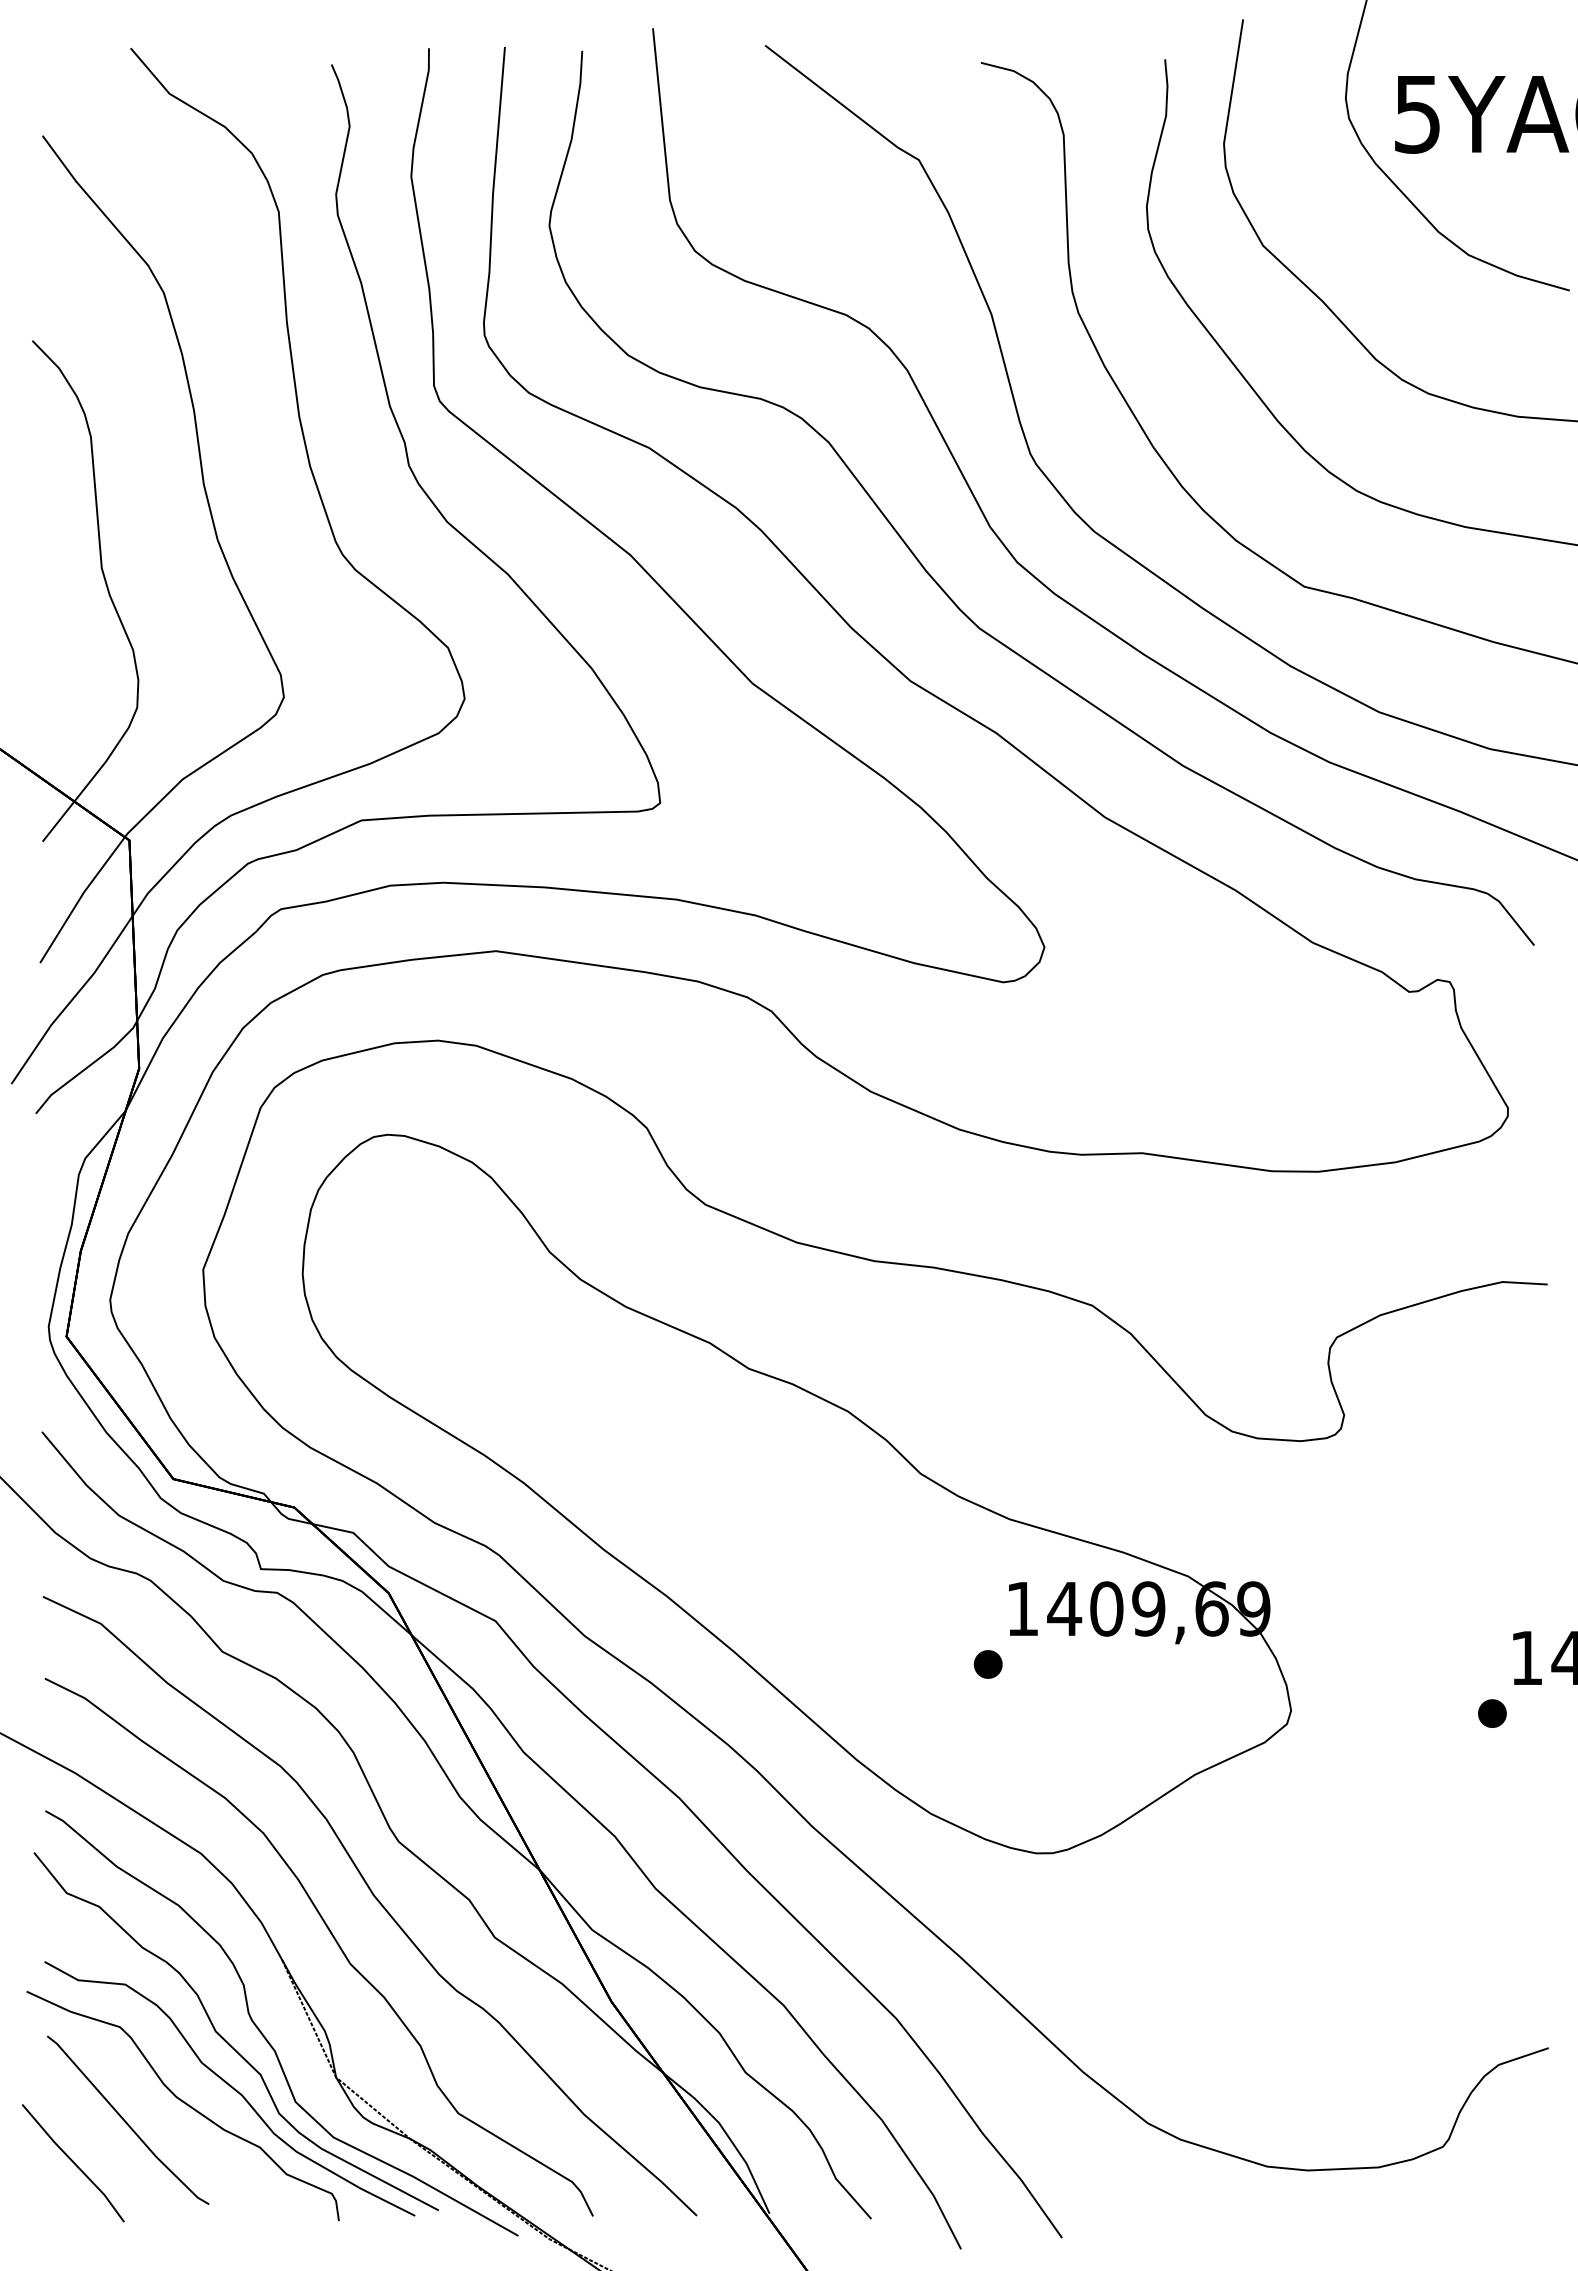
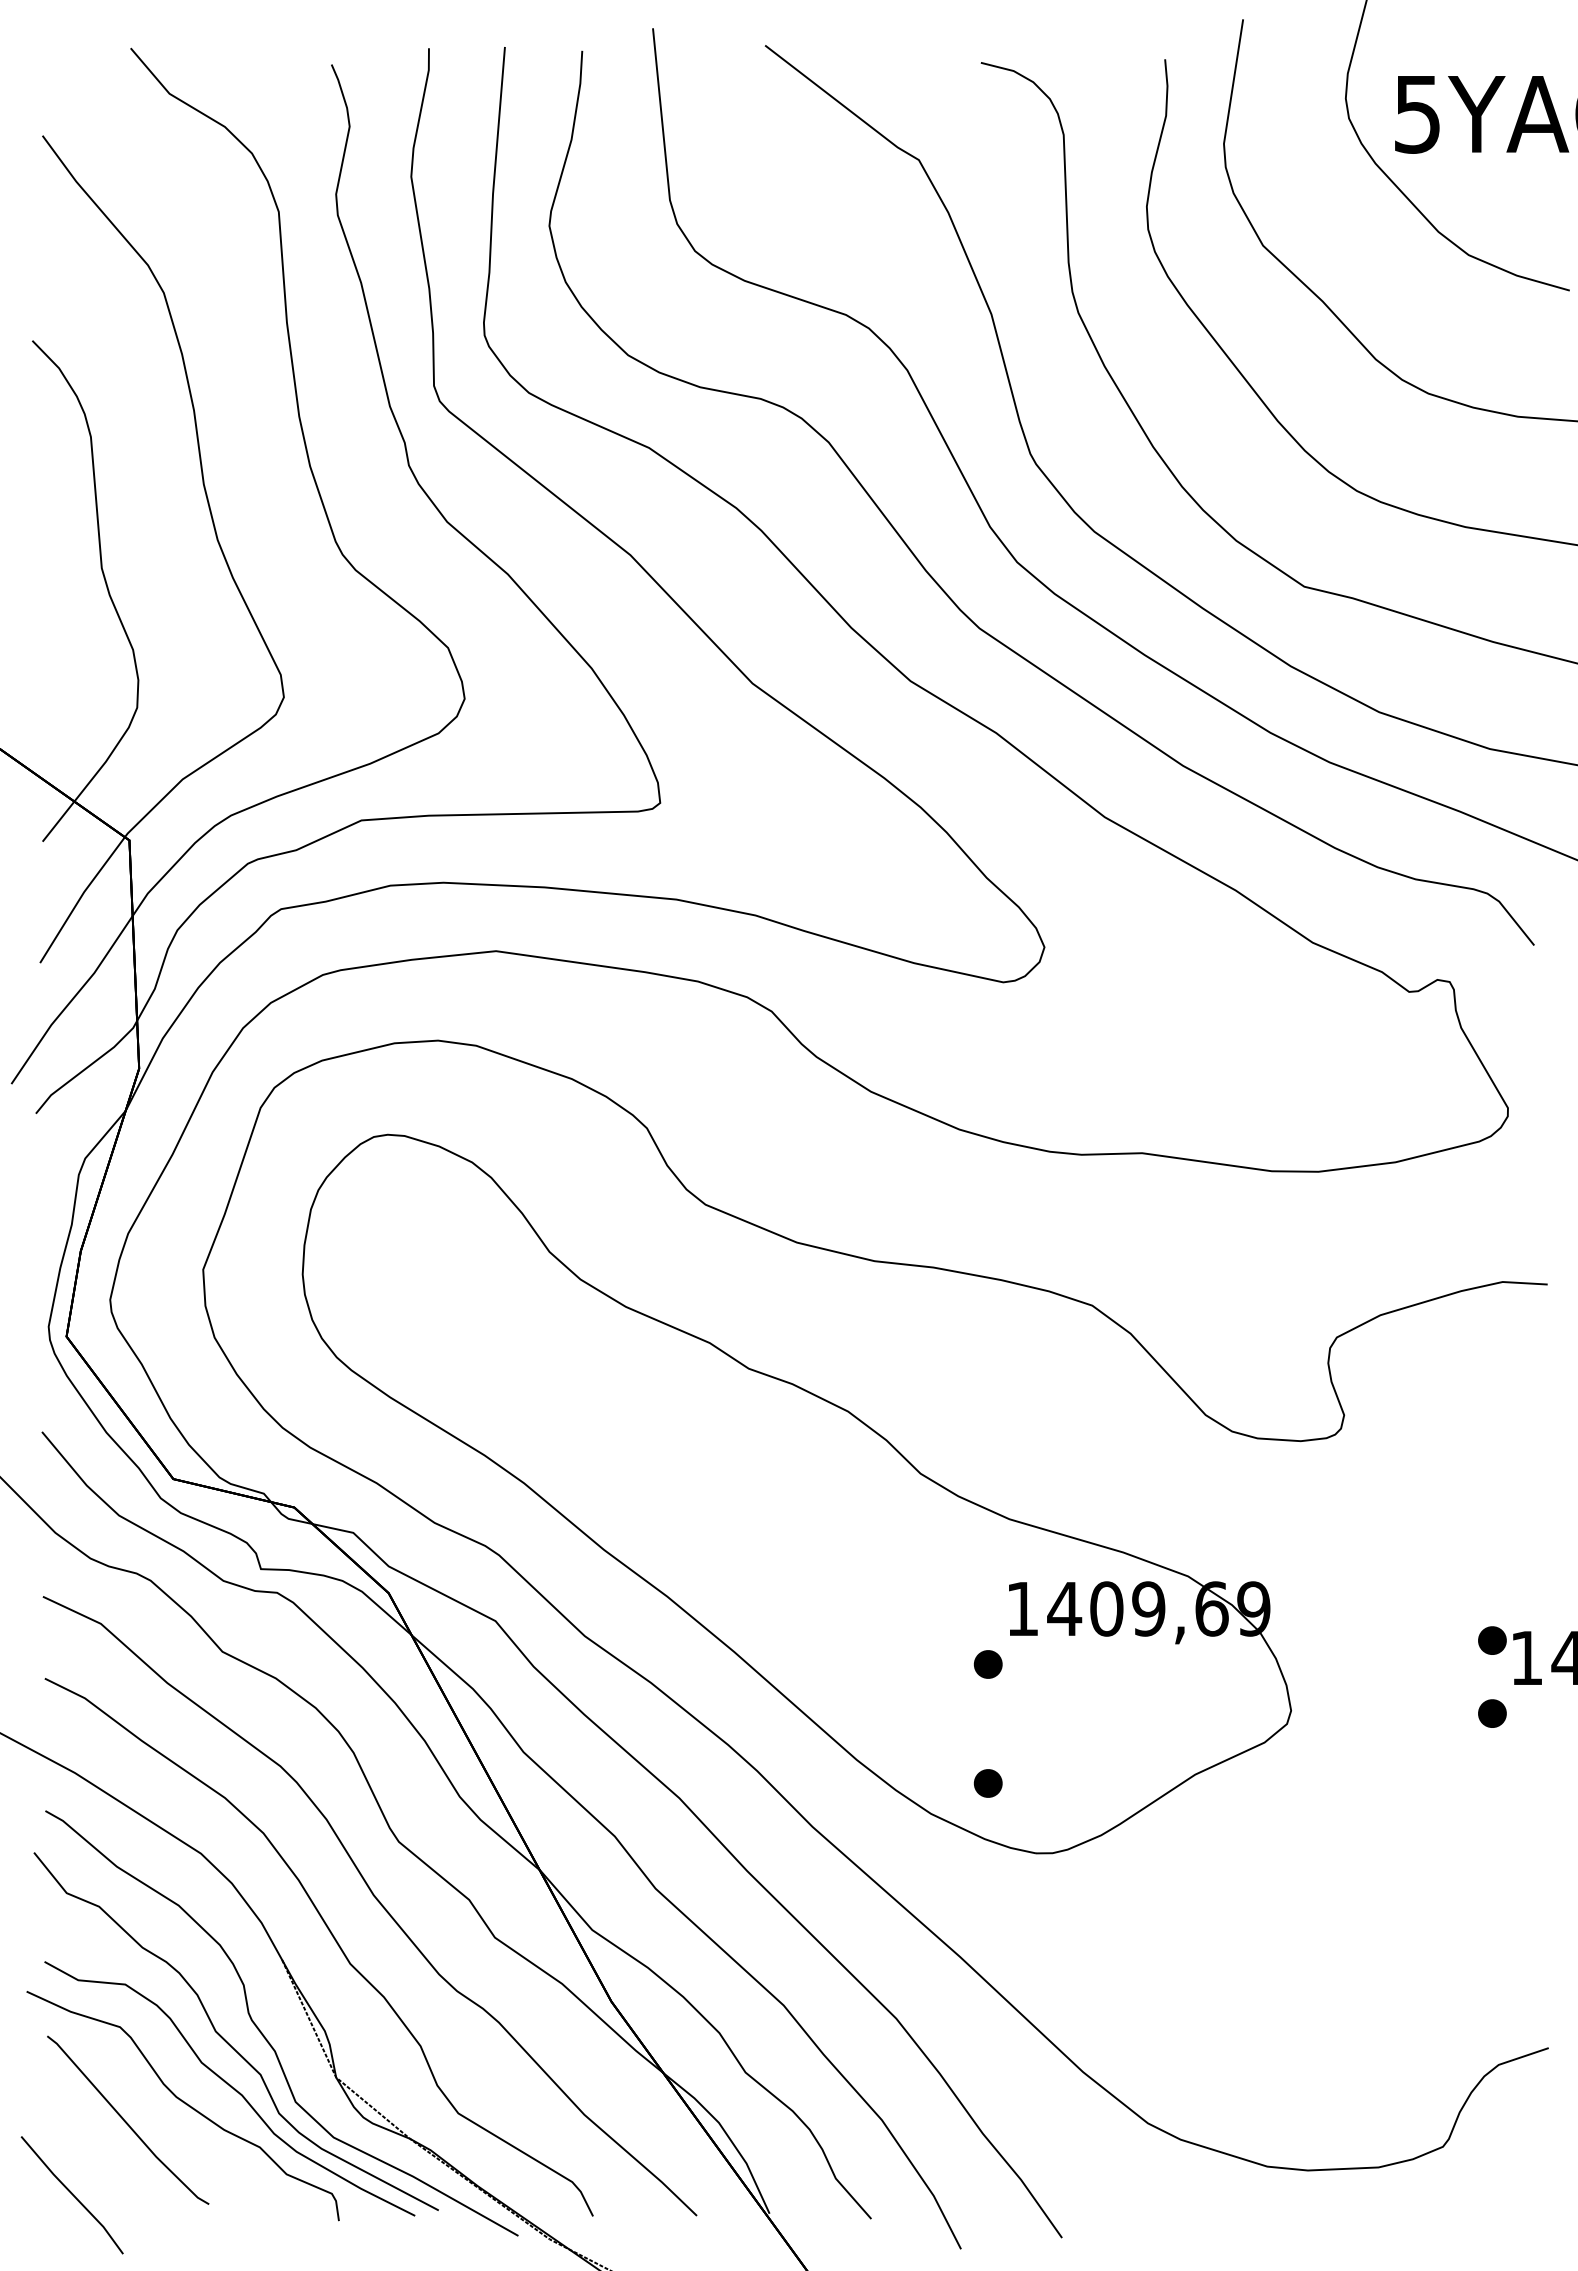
part at (1492, 1640): none -> present
part at (987, 1783): none -> present
line at (72, 2162) position: (72, 2162) -> (71, 2194)
